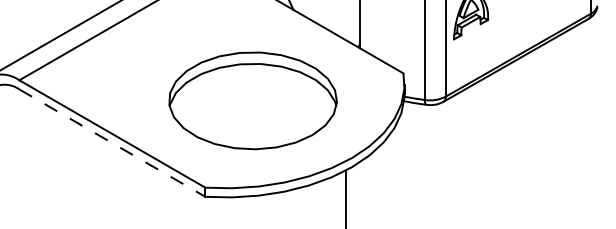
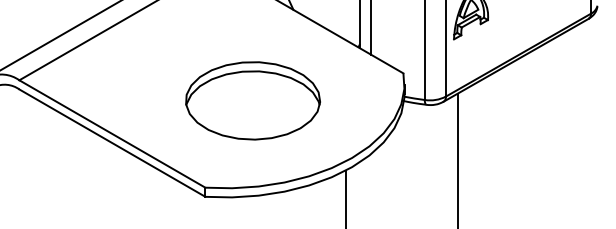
line at (371, 28): none -> present
part at (252, 100) size: 170x100 px -> 136x80 px
line at (112, 143): dashed -> solid
line at (457, 159): none -> present
